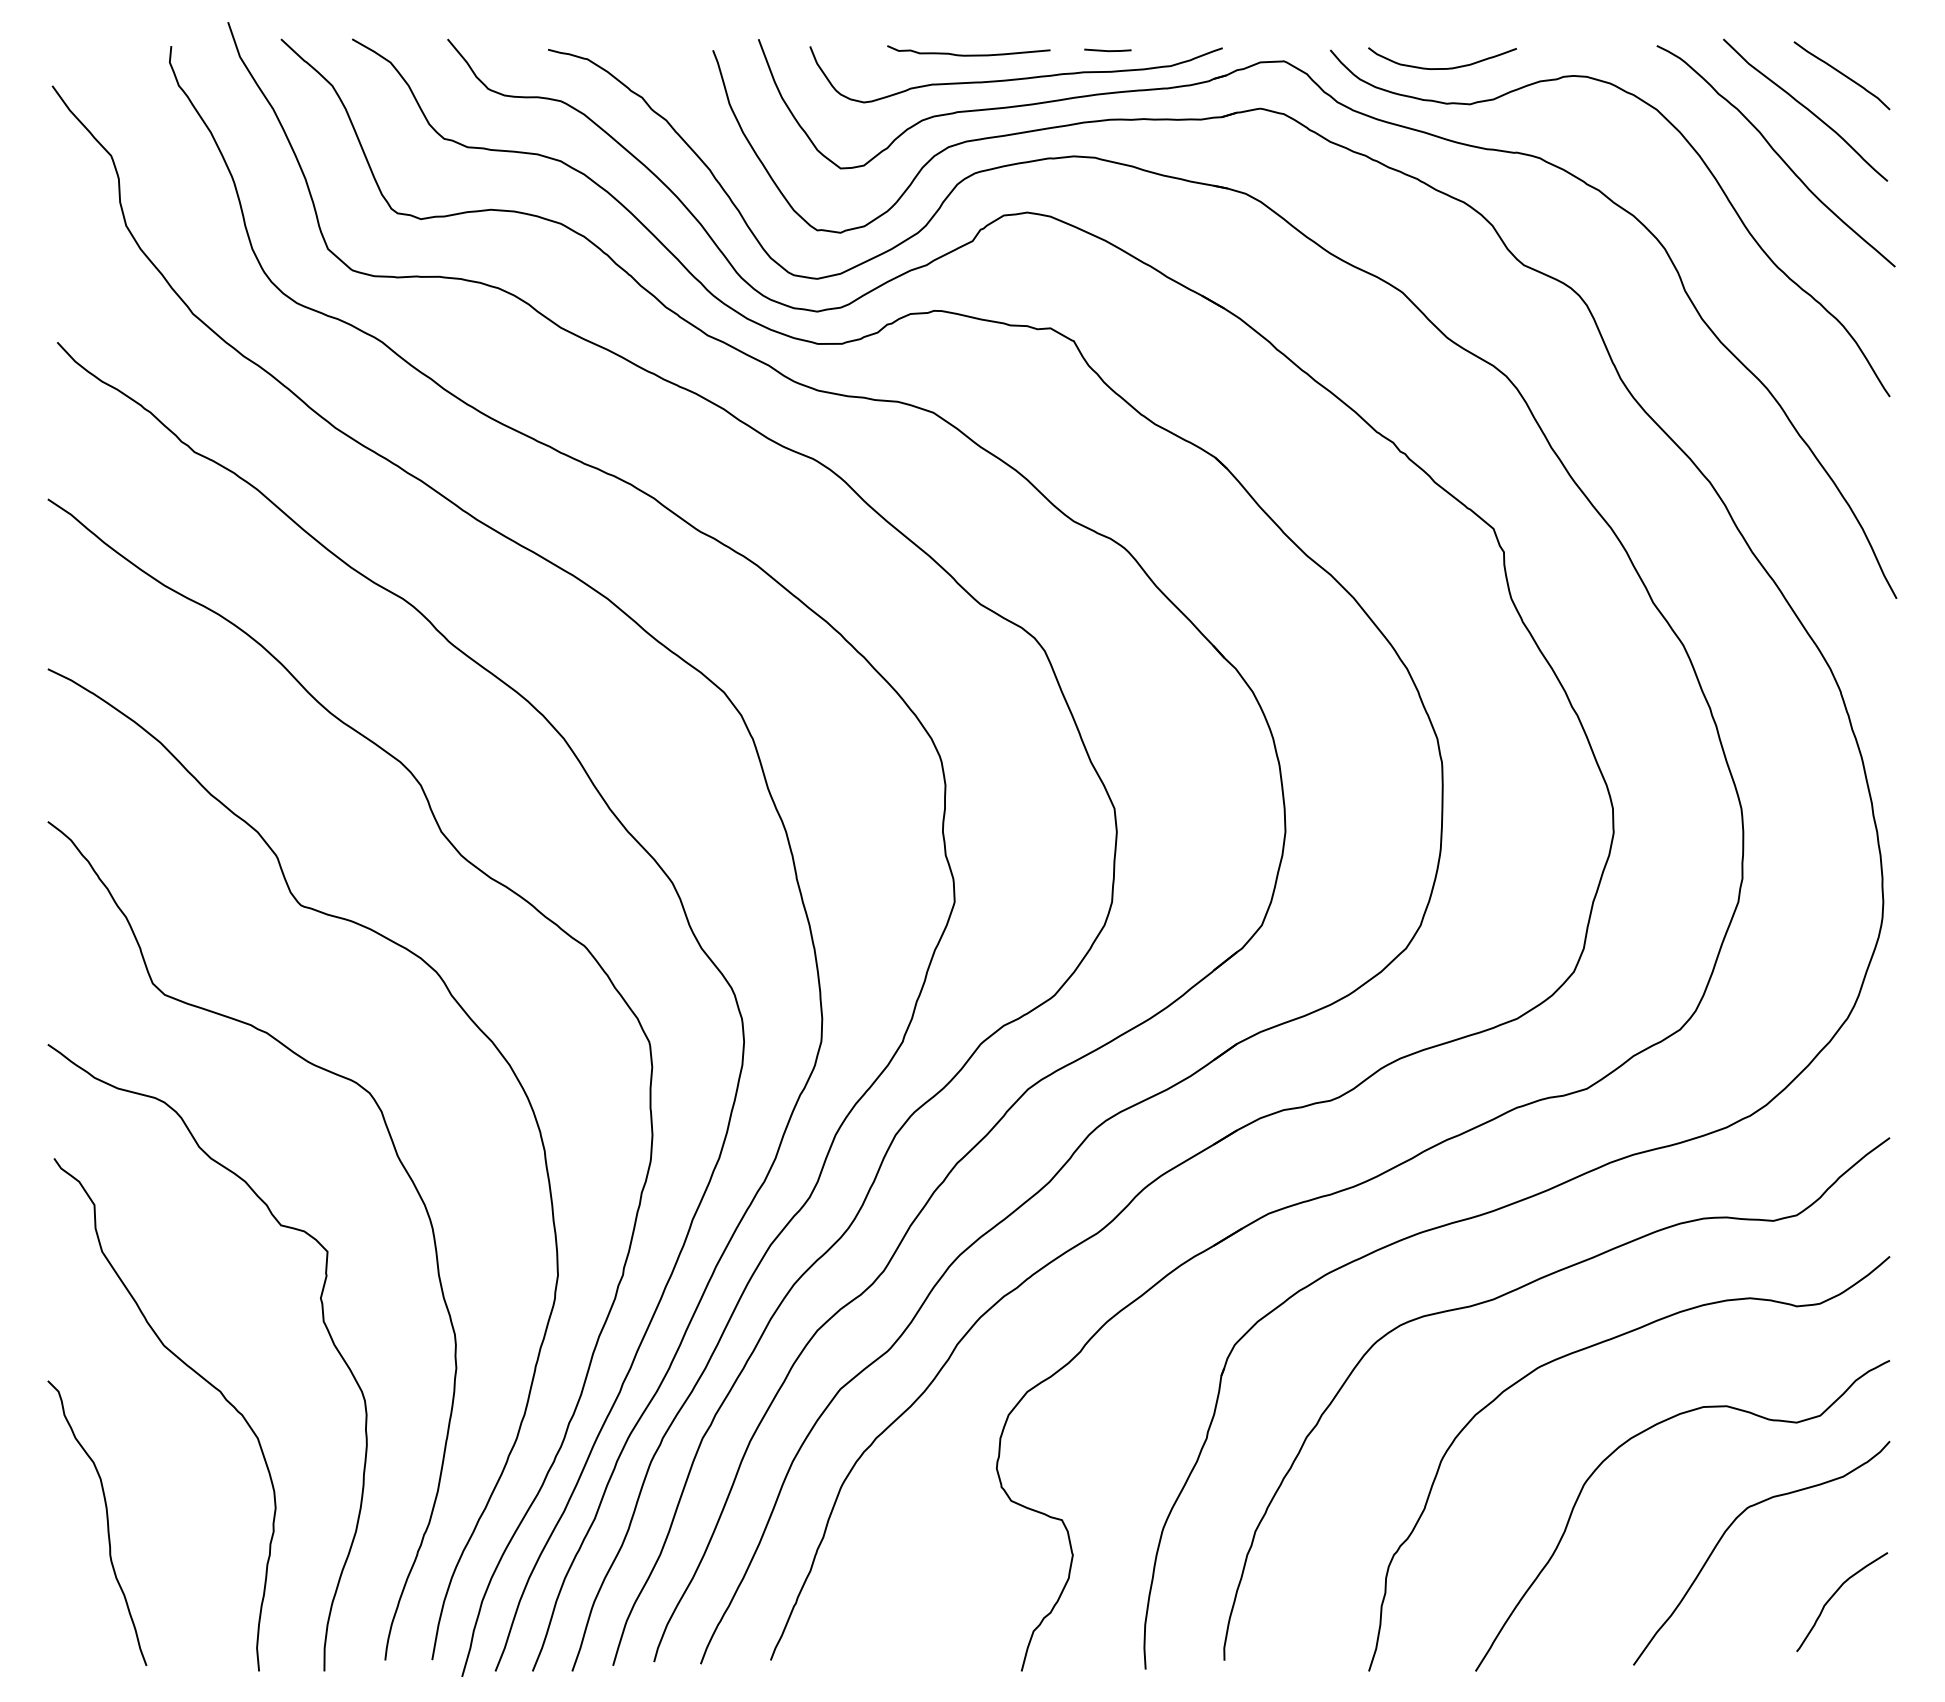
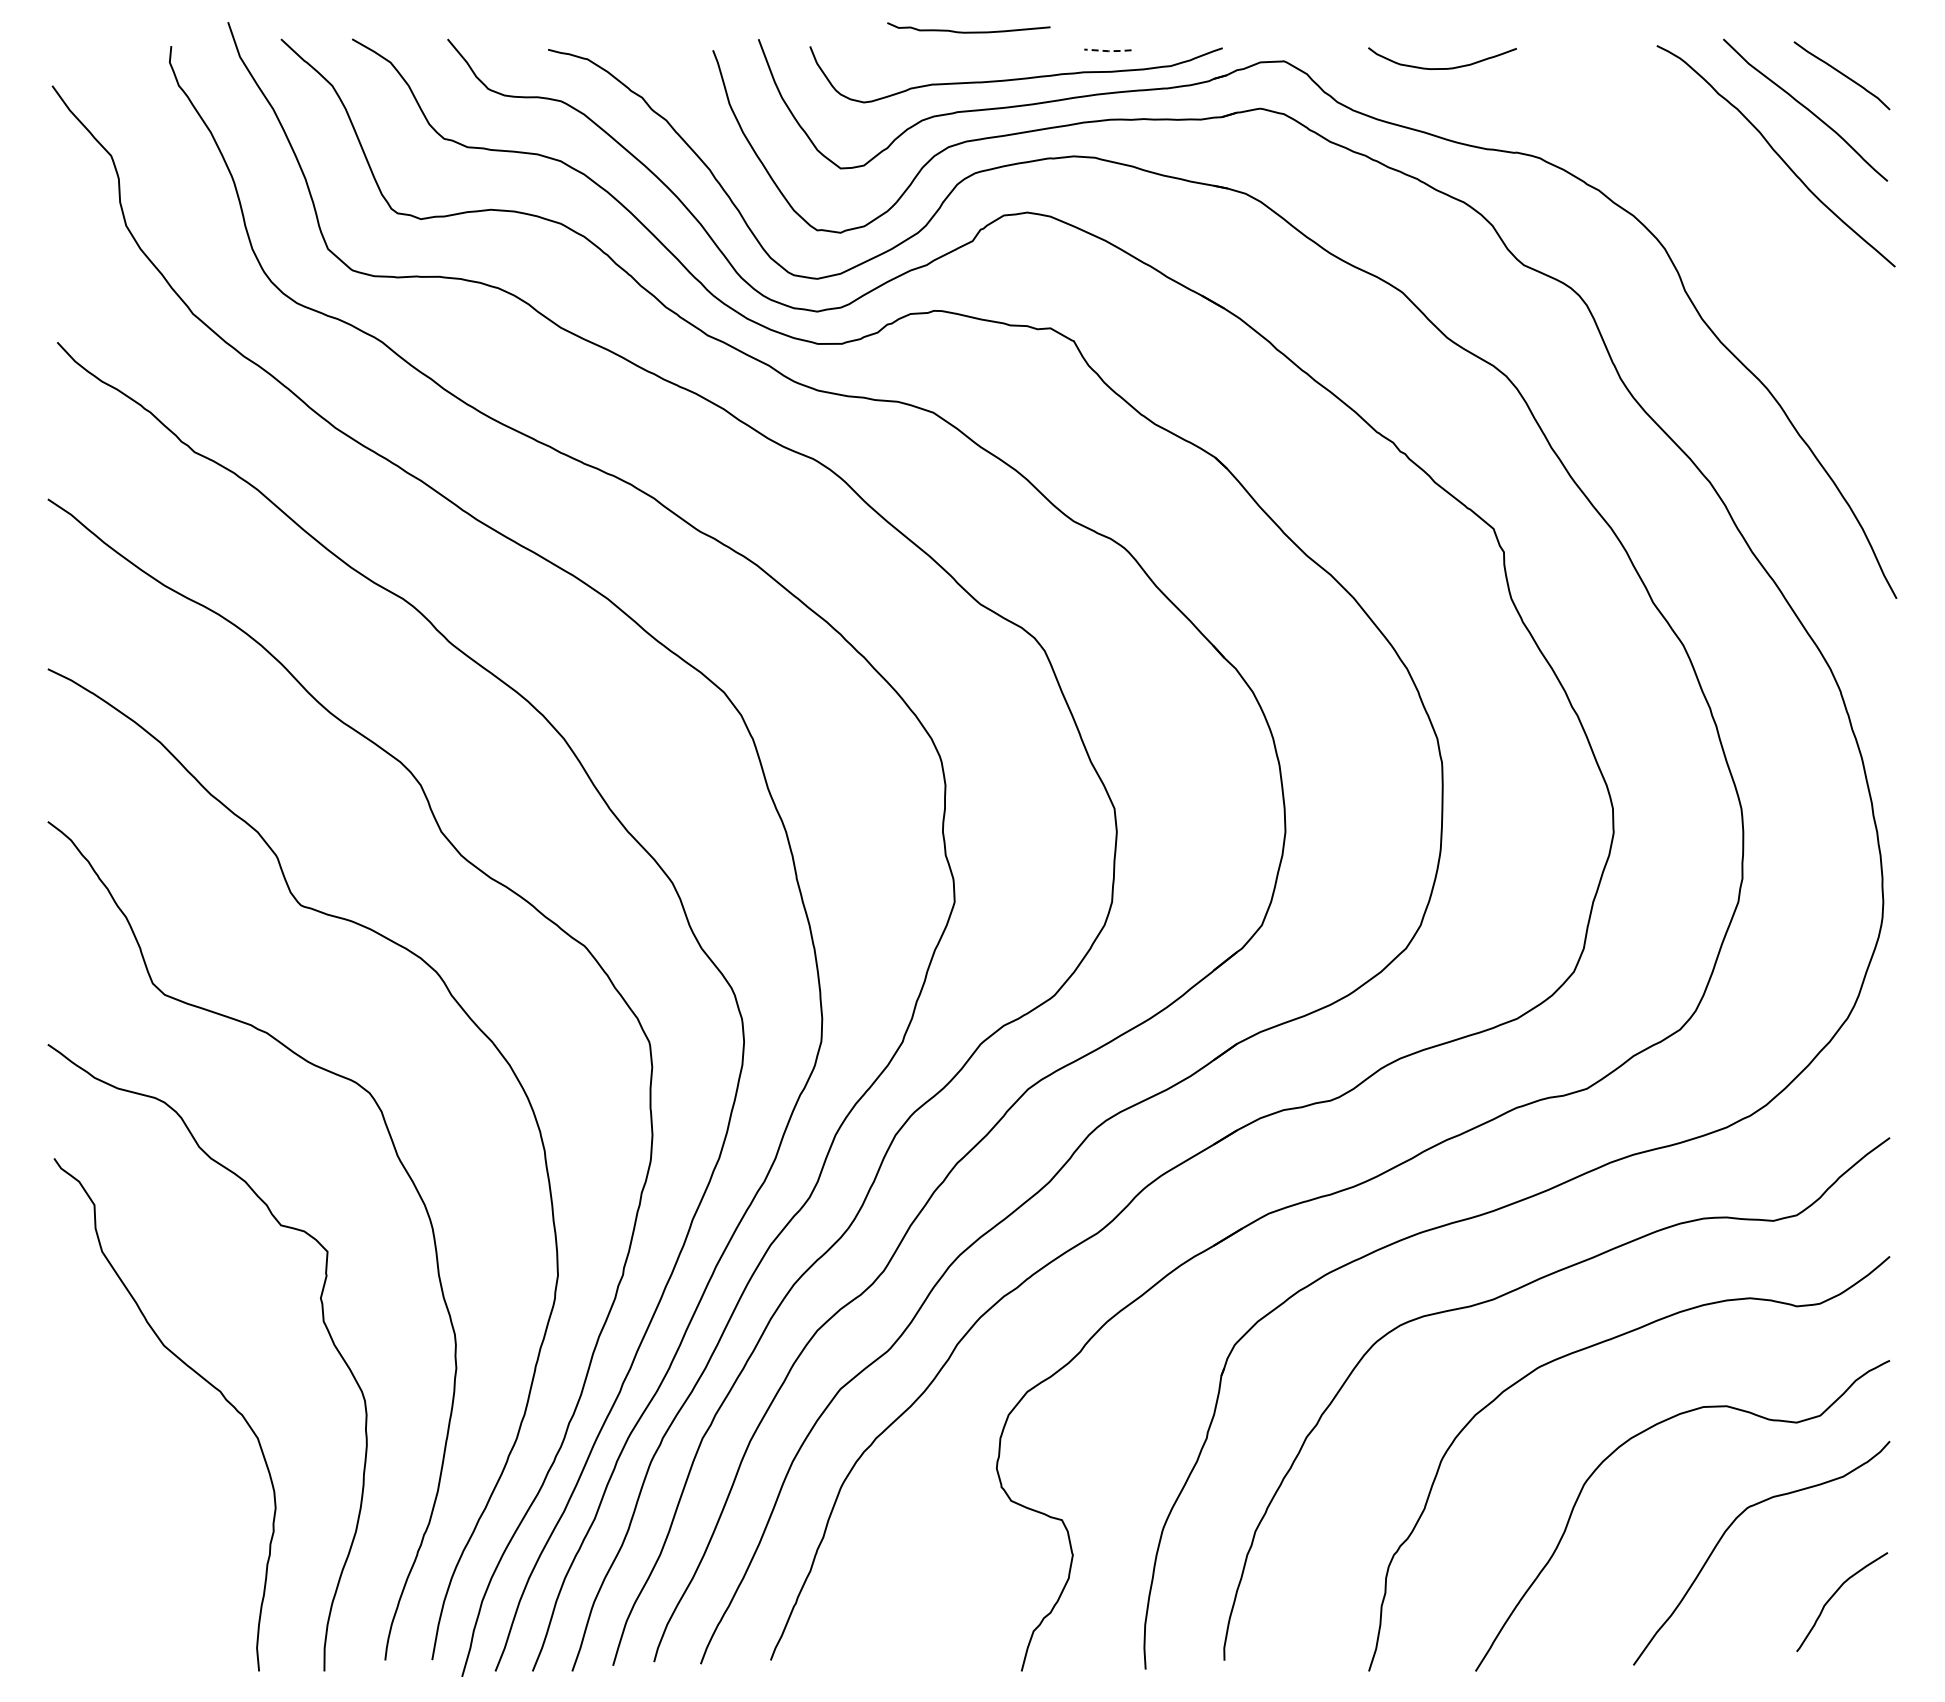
line at (1108, 51): solid -> dashed
curve at (968, 54) position: (968, 54) -> (968, 31)
curve at (1700, 159): present -> none
curve at (106, 1520): present -> none
